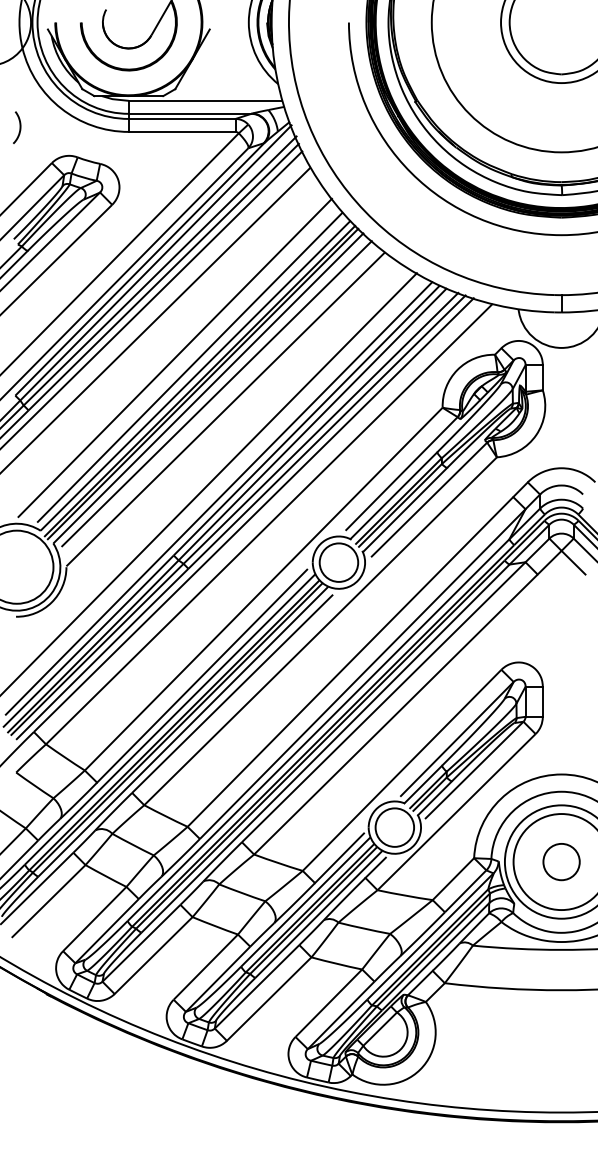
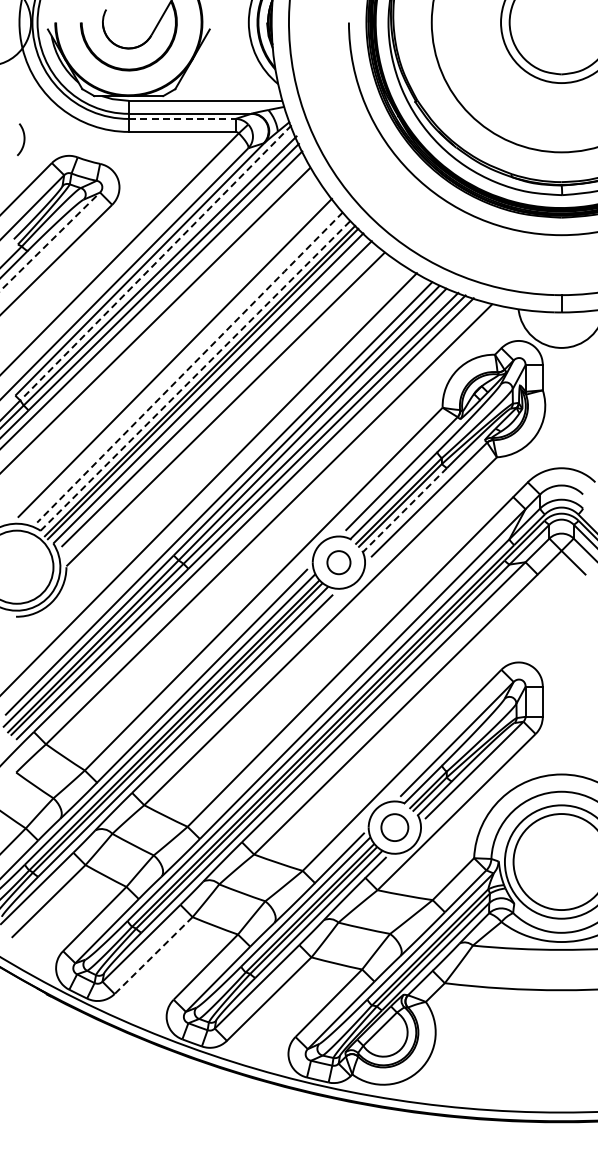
line at (182, 118): solid -> dashed
curve at (19, 127) position: (19, 127) -> (23, 139)
line at (50, 241): solid -> dashed
line at (155, 263): solid -> dashed
line at (190, 367): solid -> dashed
line at (196, 374): solid -> dashed
line at (404, 510): solid -> dashed
circle at (338, 562) diameter: 39 px -> 23 px
circle at (394, 827) diameter: 39 px -> 27 px
circle at (561, 862): present -> none
line at (153, 955): solid -> dashed
